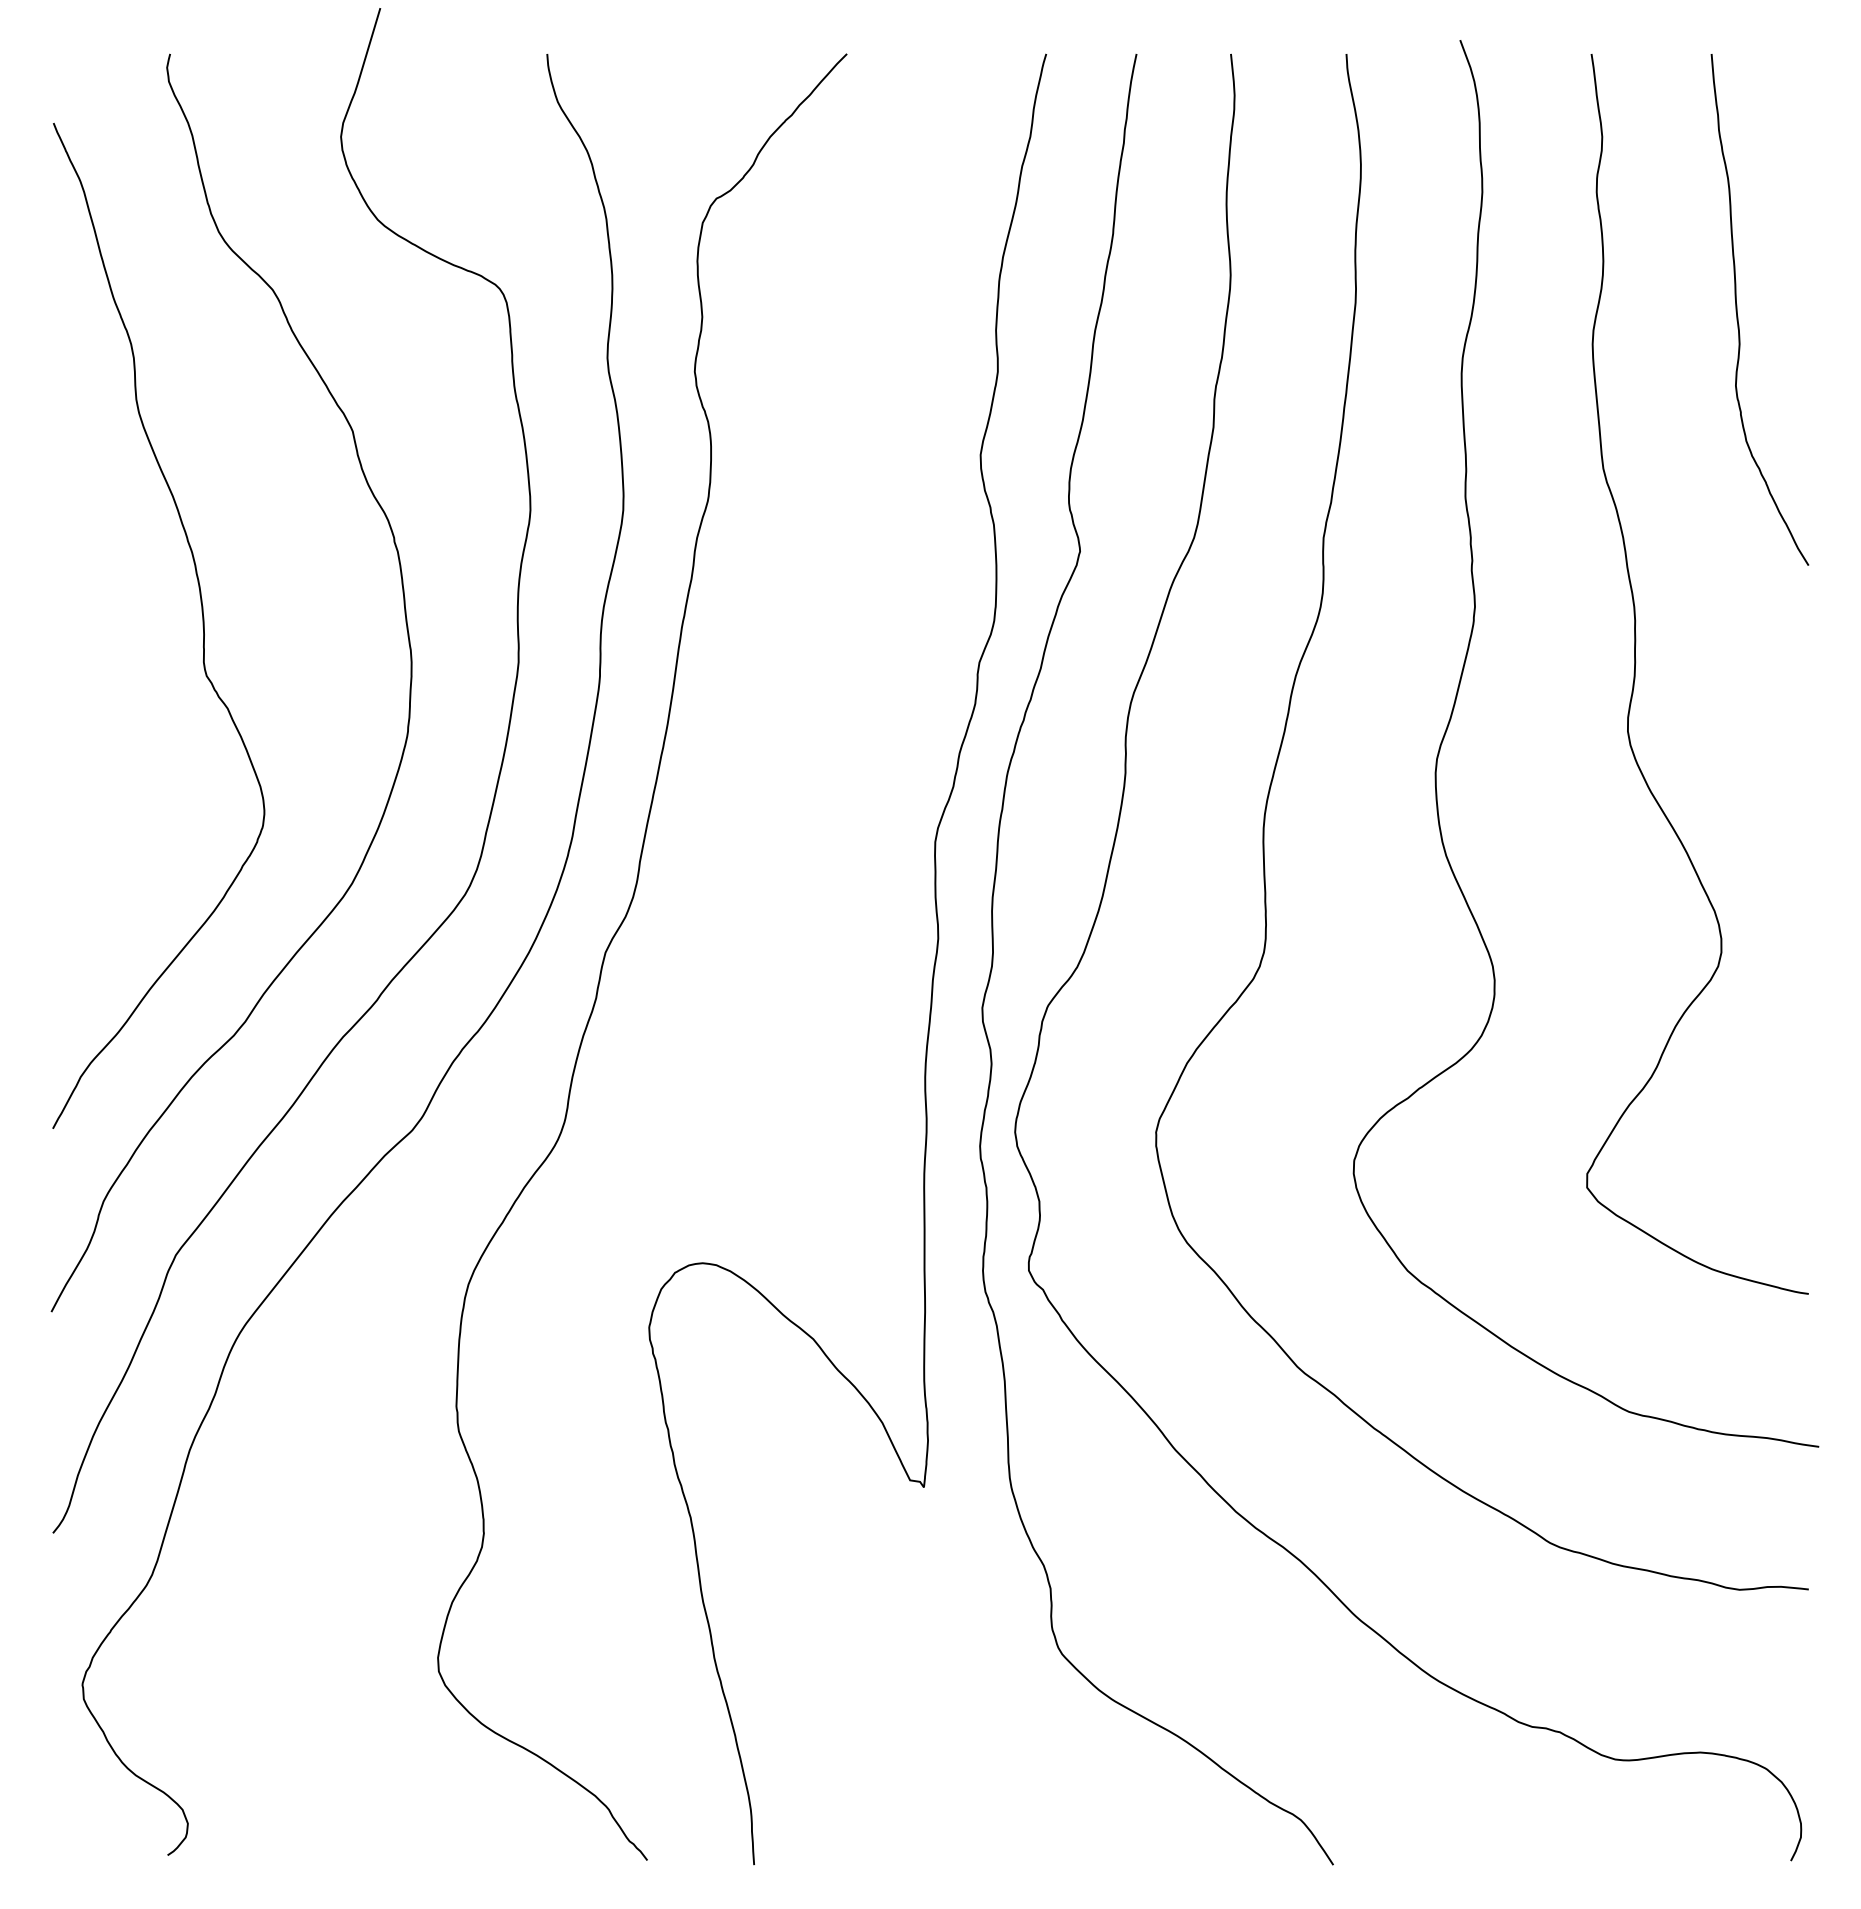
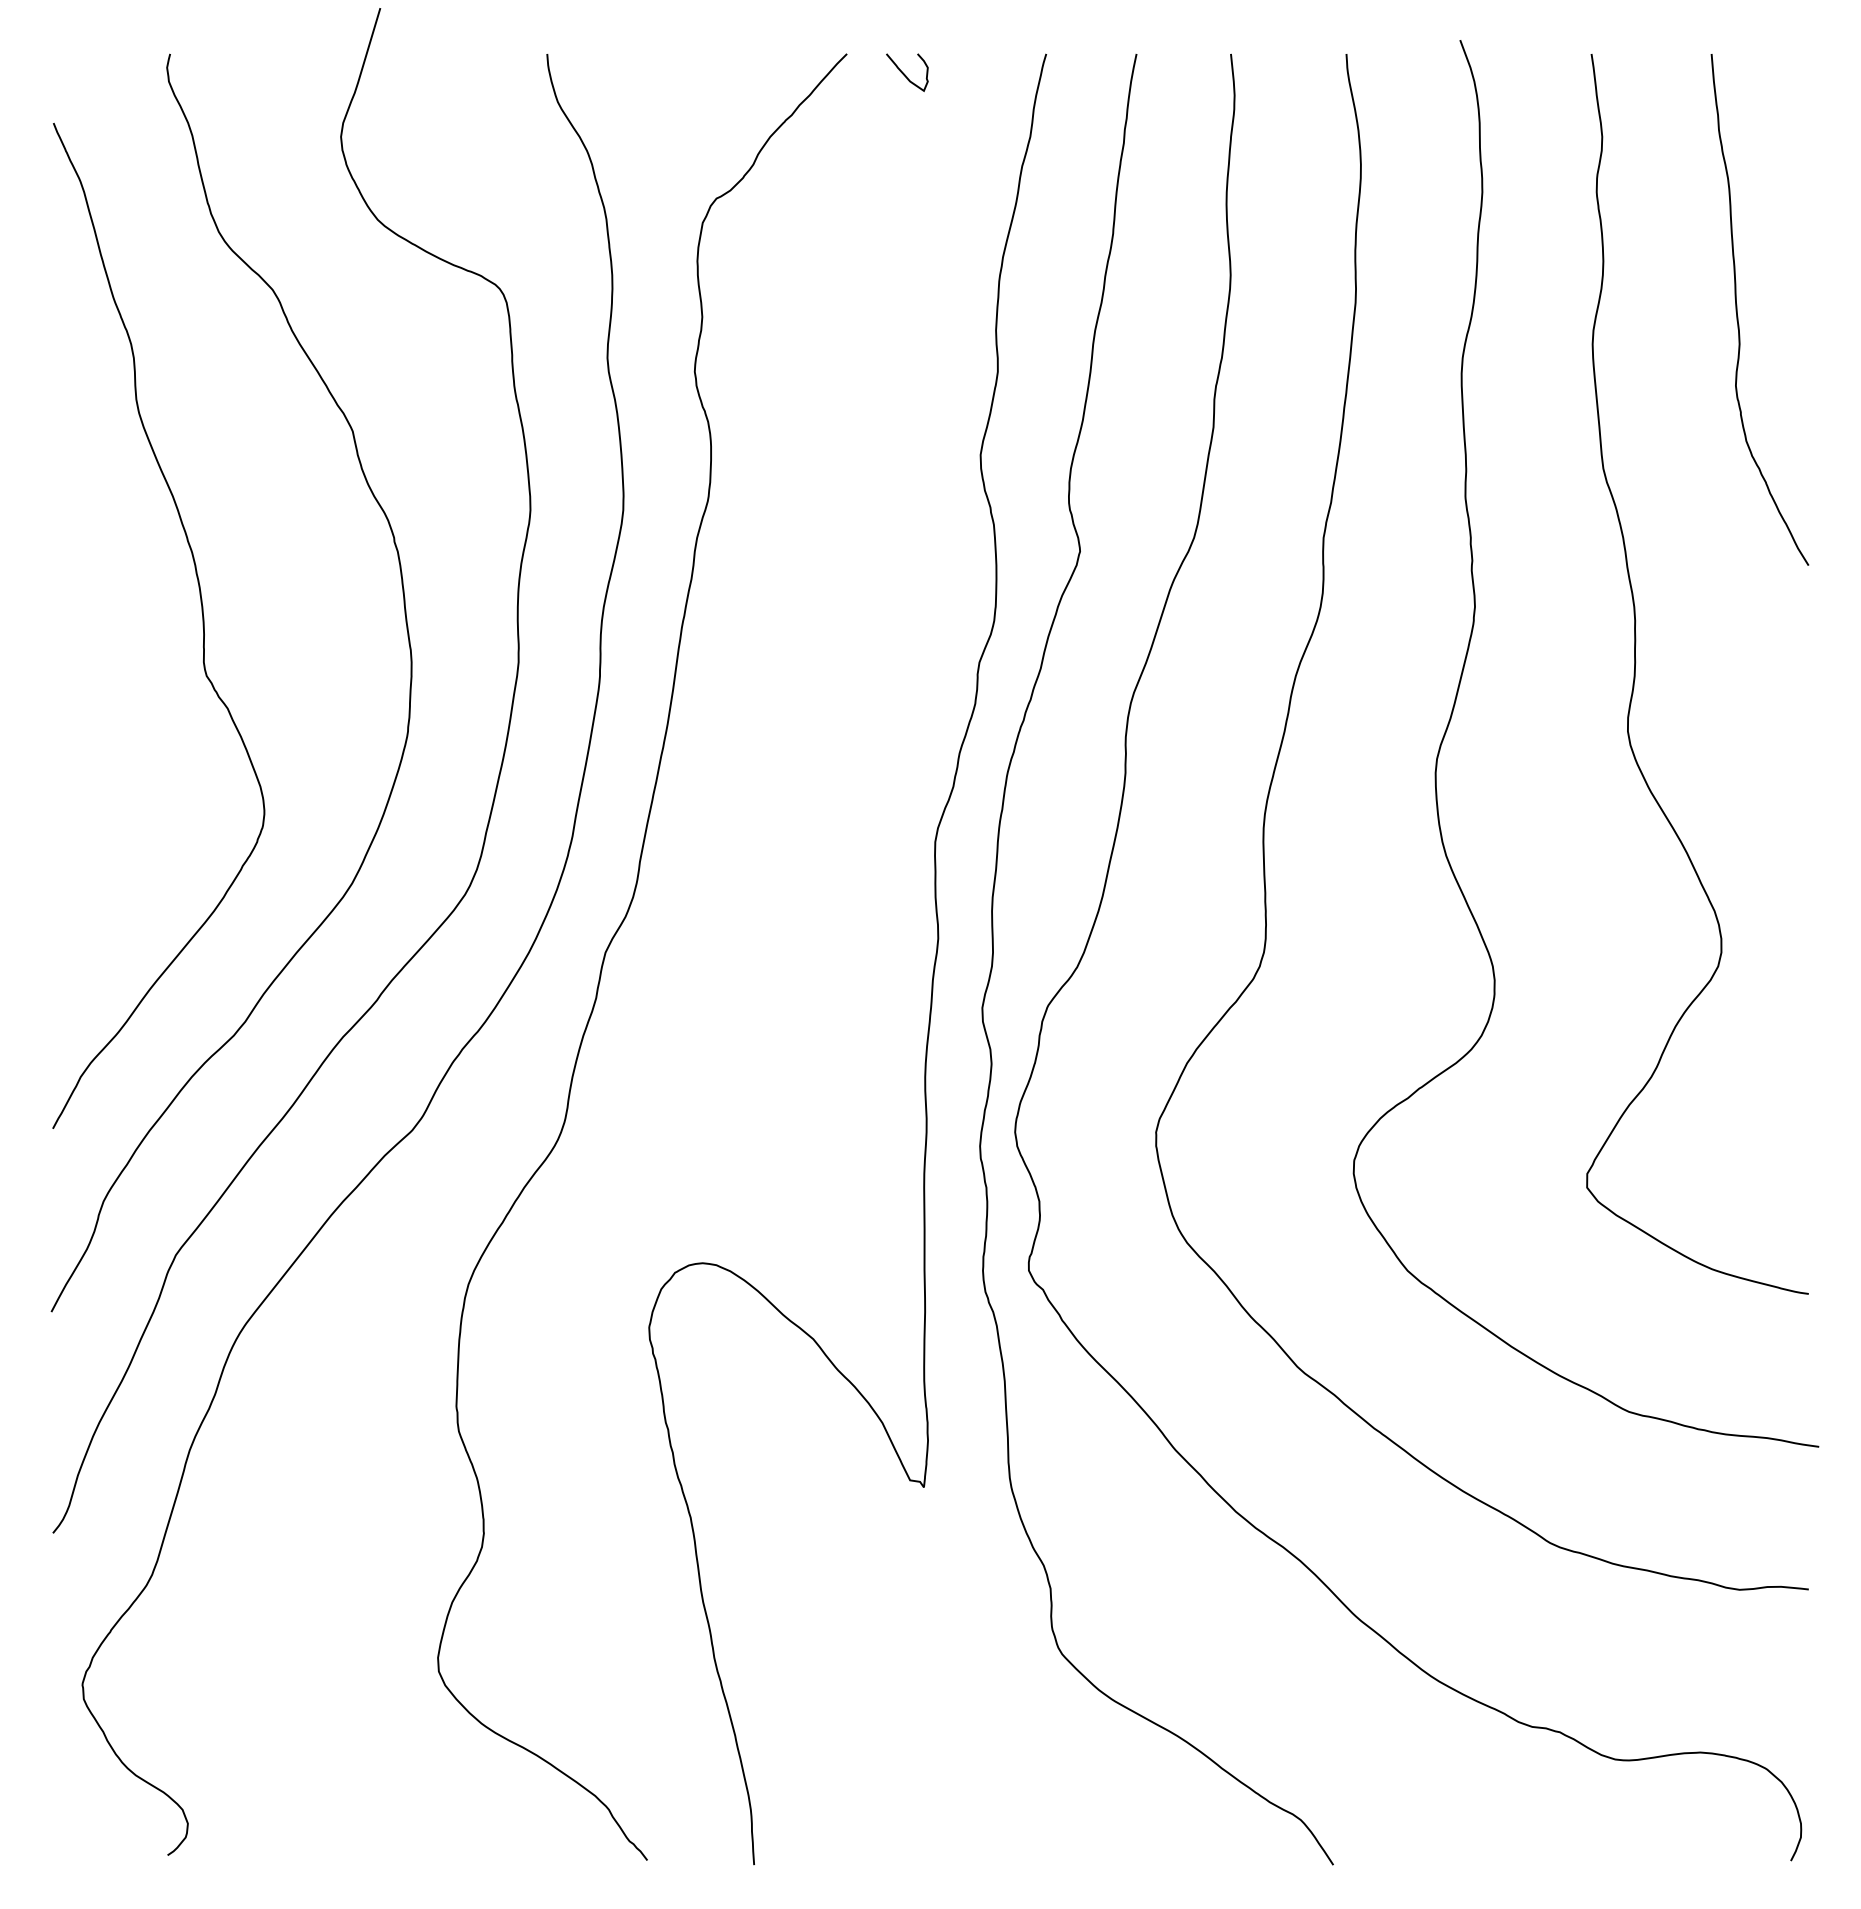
curve at (905, 74): none -> present
